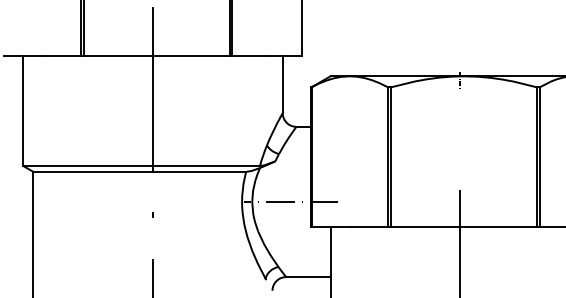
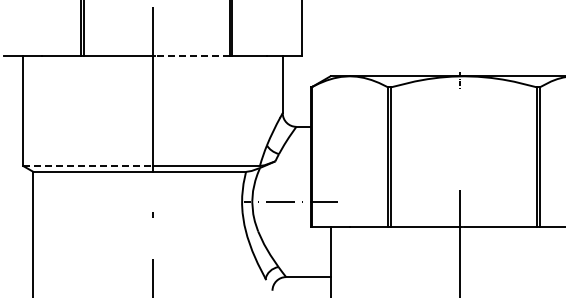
line at (193, 55): solid -> dashed
line at (88, 166): solid -> dashed
